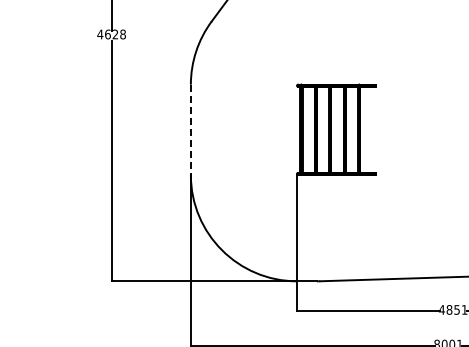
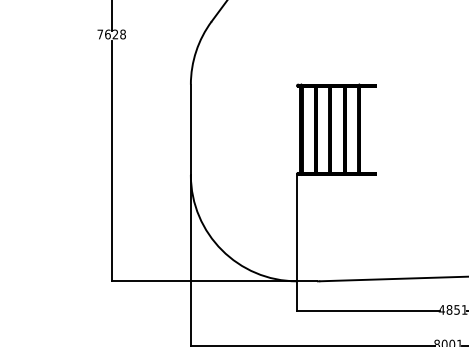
text at (100, 34): 4628 -> 7628
line at (190, 130): dashed -> solid
